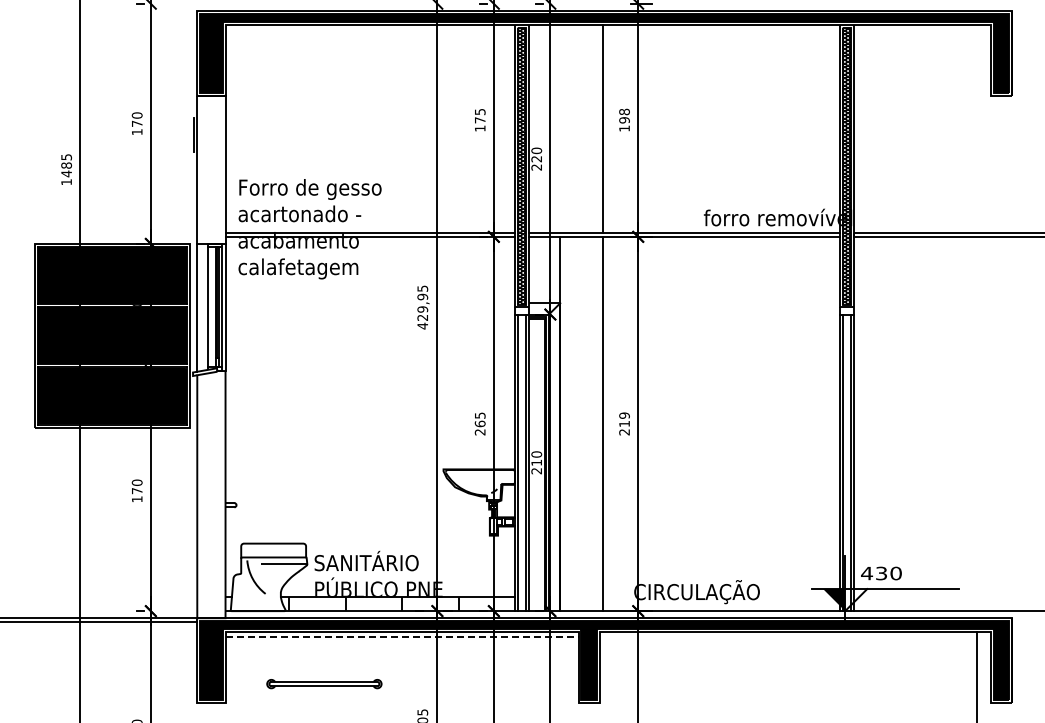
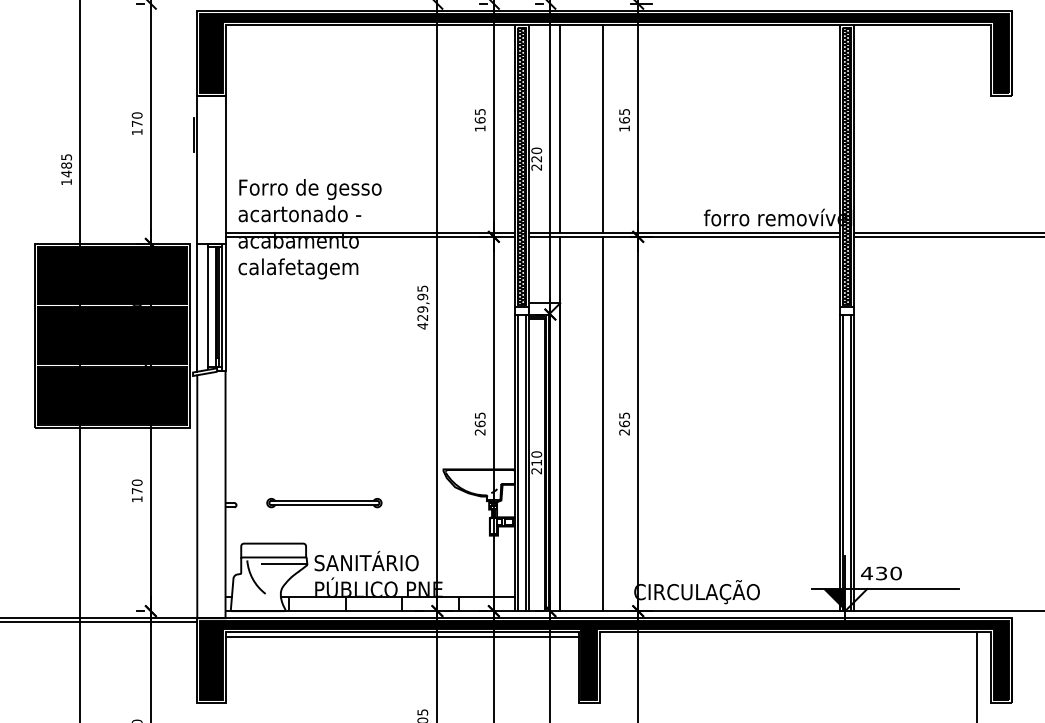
text at (624, 115): 198 -> 165
text at (479, 120): 175 -> 165
line at (560, 128): none -> present
text at (624, 419): 219 -> 265
line at (402, 636): dashed -> solid
part at (324, 684) position: (324, 684) -> (324, 503)
